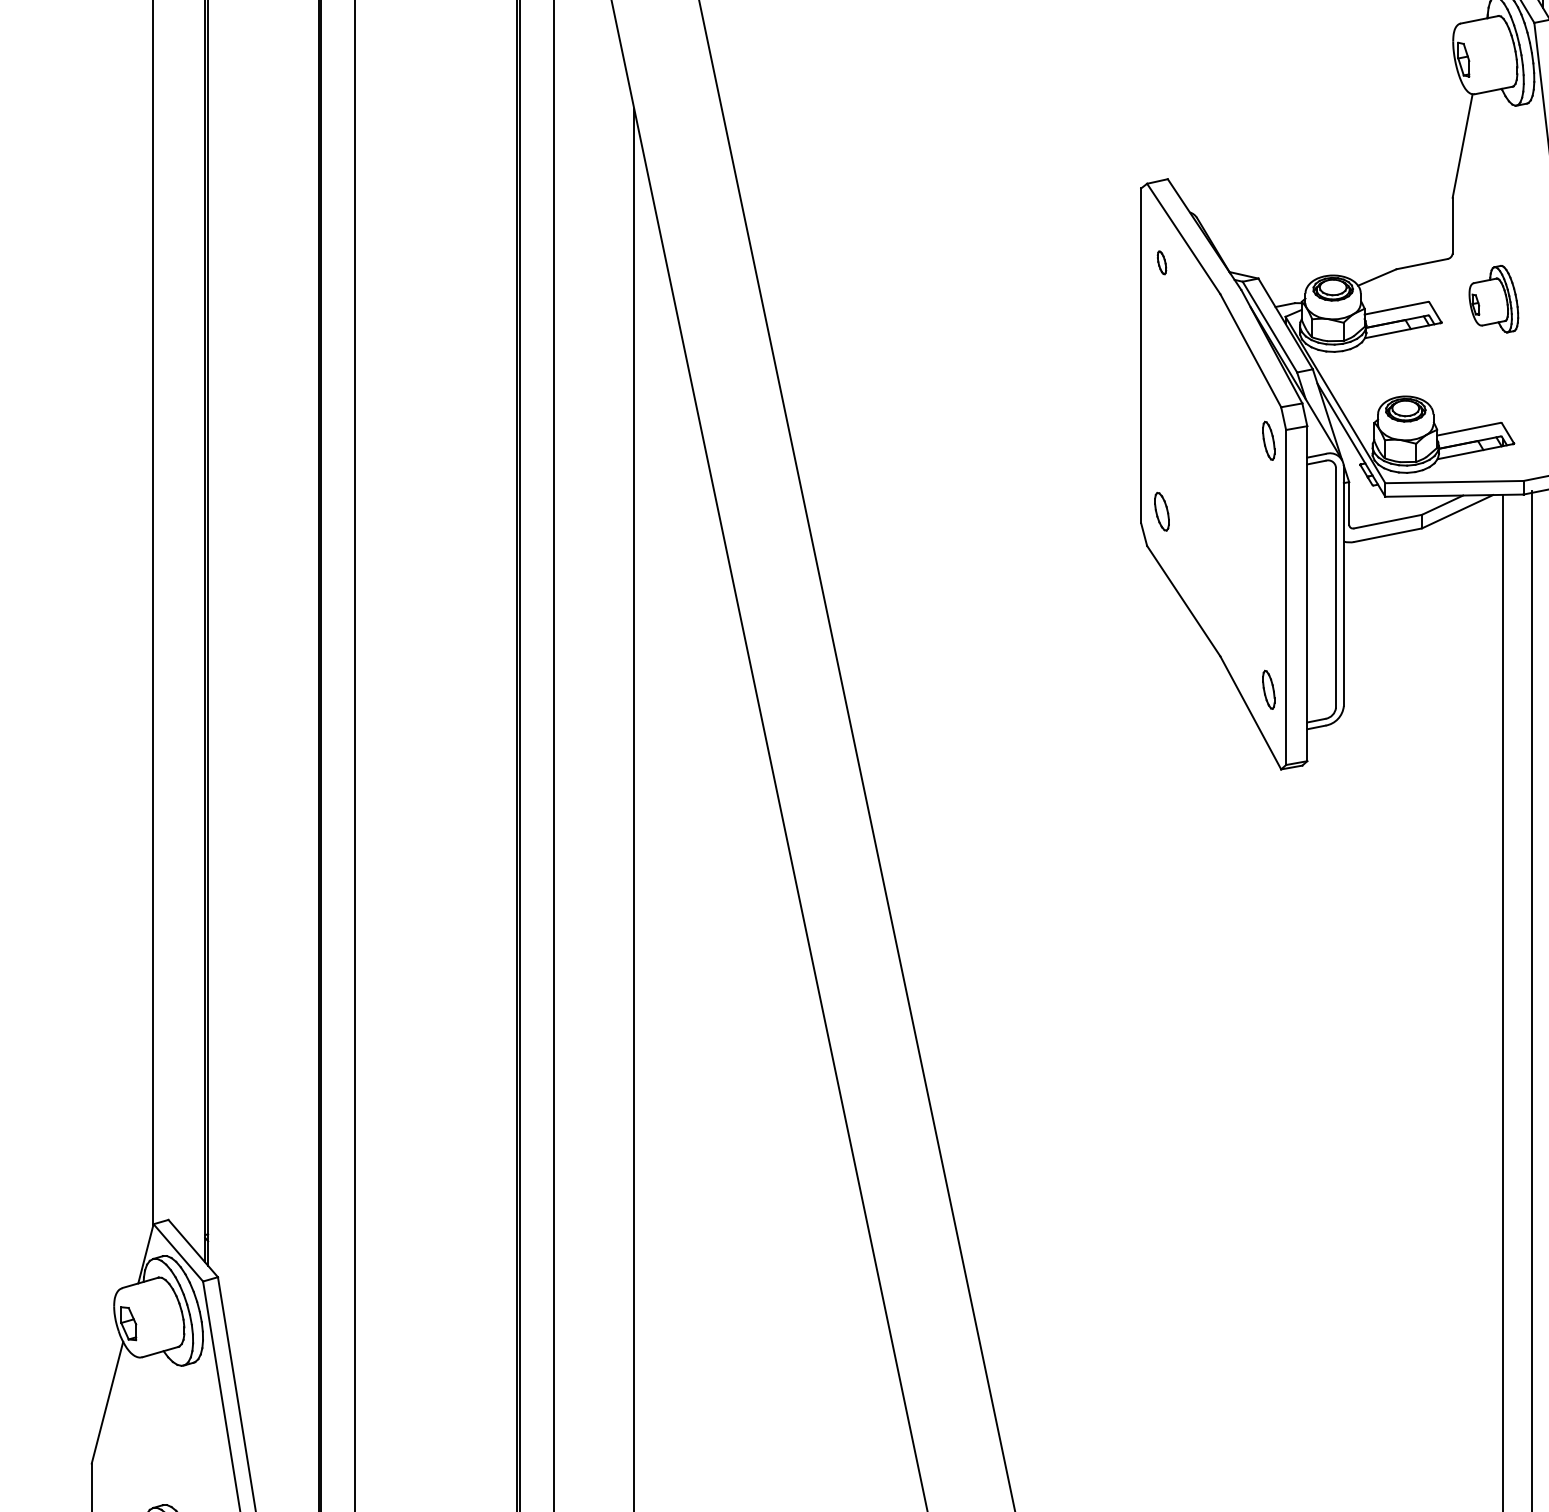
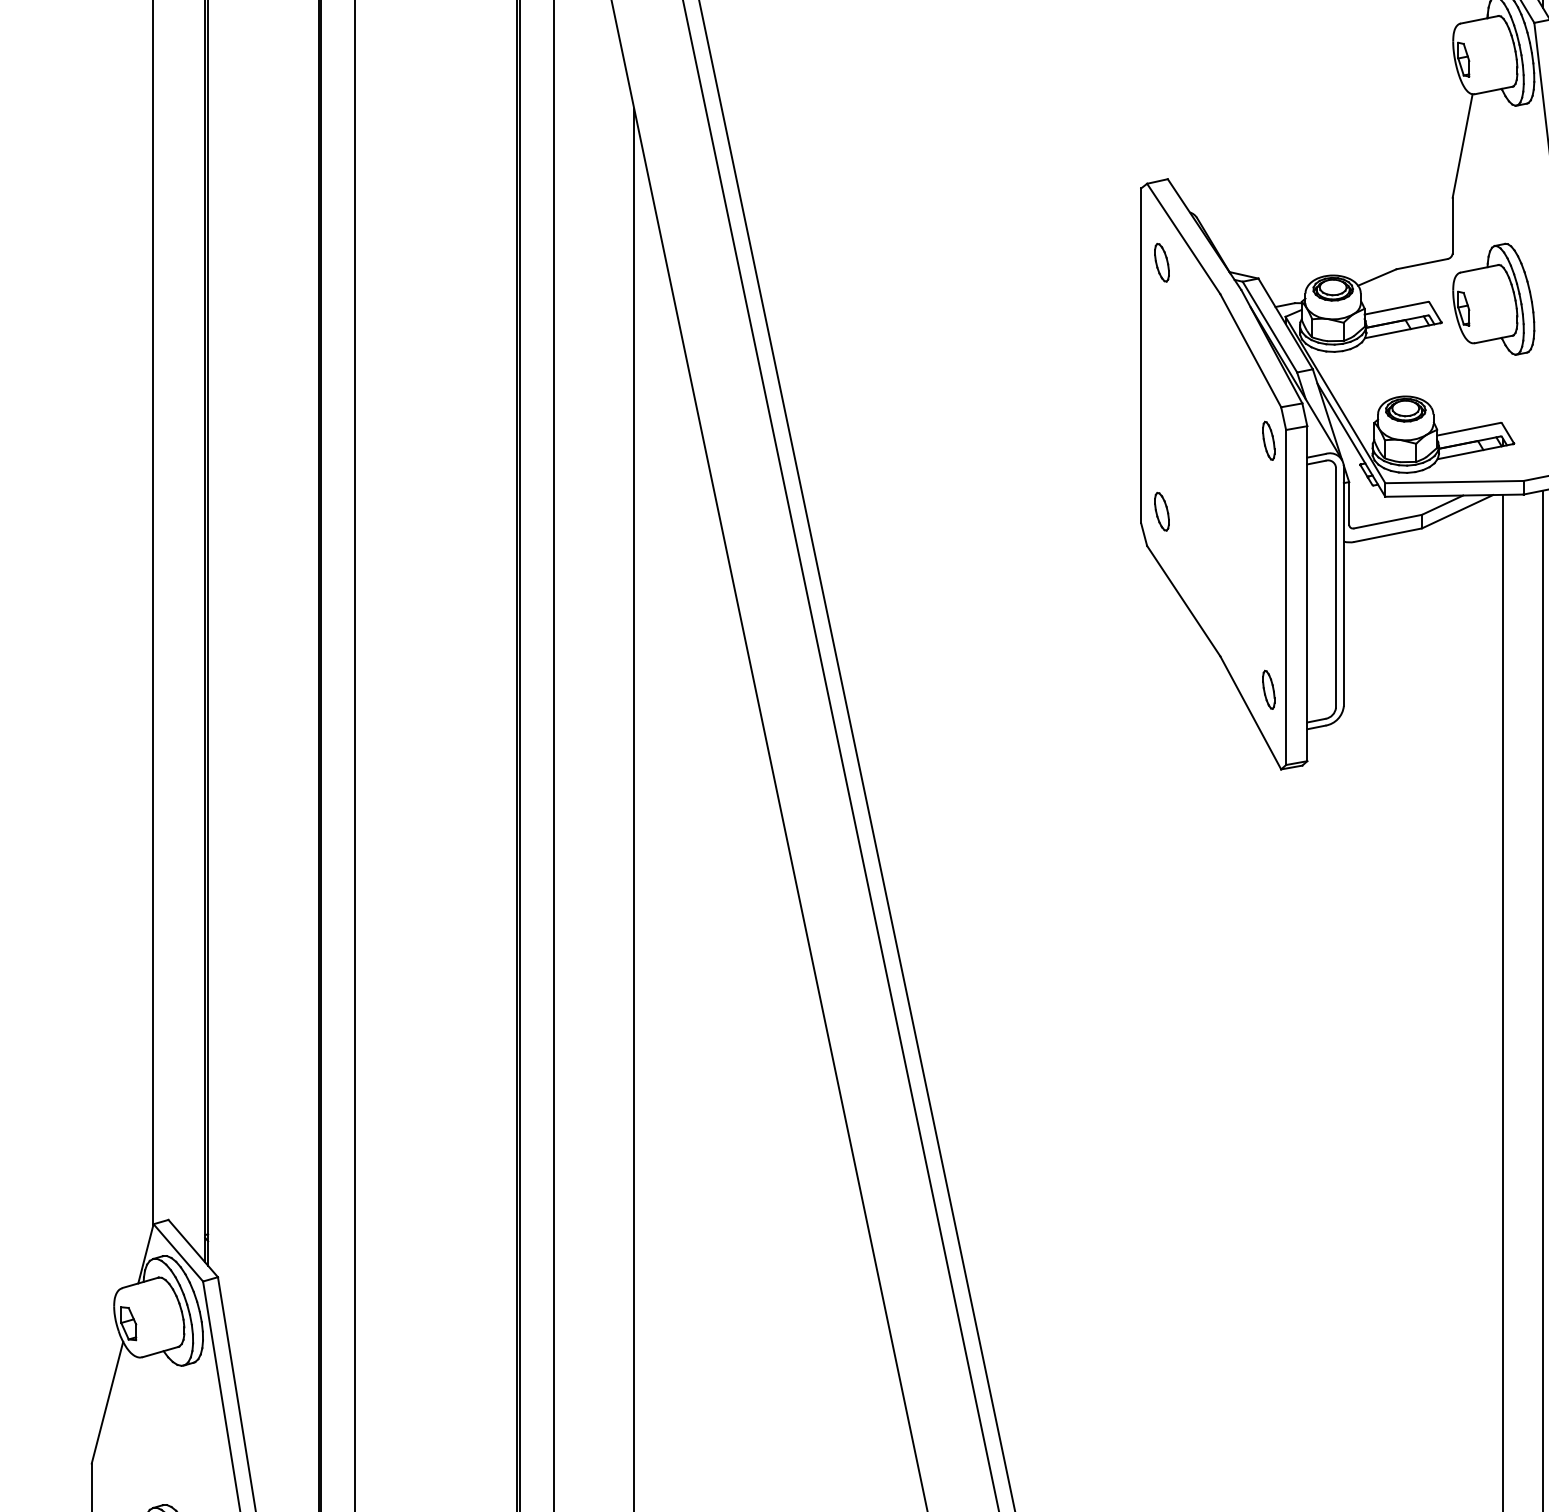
part at (1161, 262) size: 12x26 px -> 16x40 px
part at (1493, 299) size: 52x69 px -> 84x114 px
line at (840, 755): none -> present
line at (1531, 999) position: (1531, 999) -> (1542, 999)
